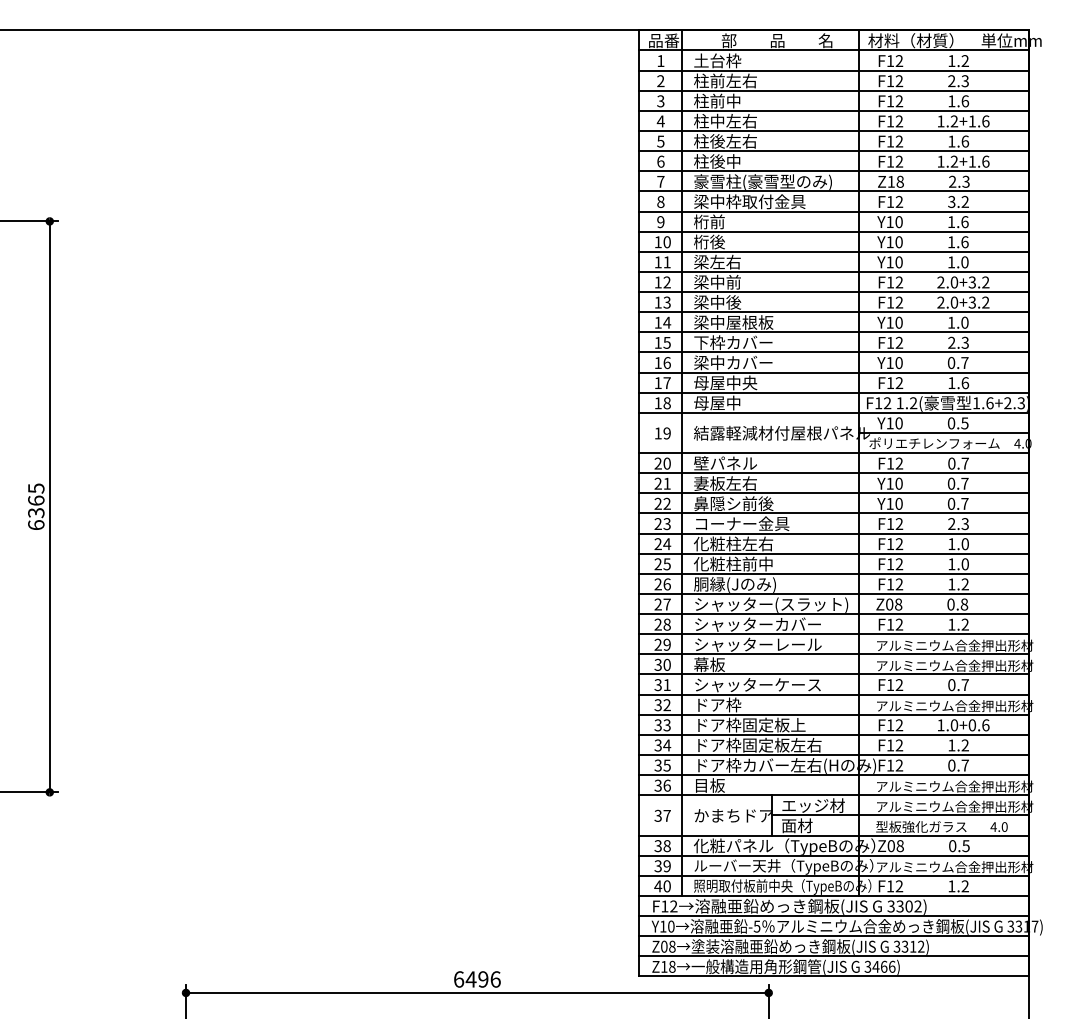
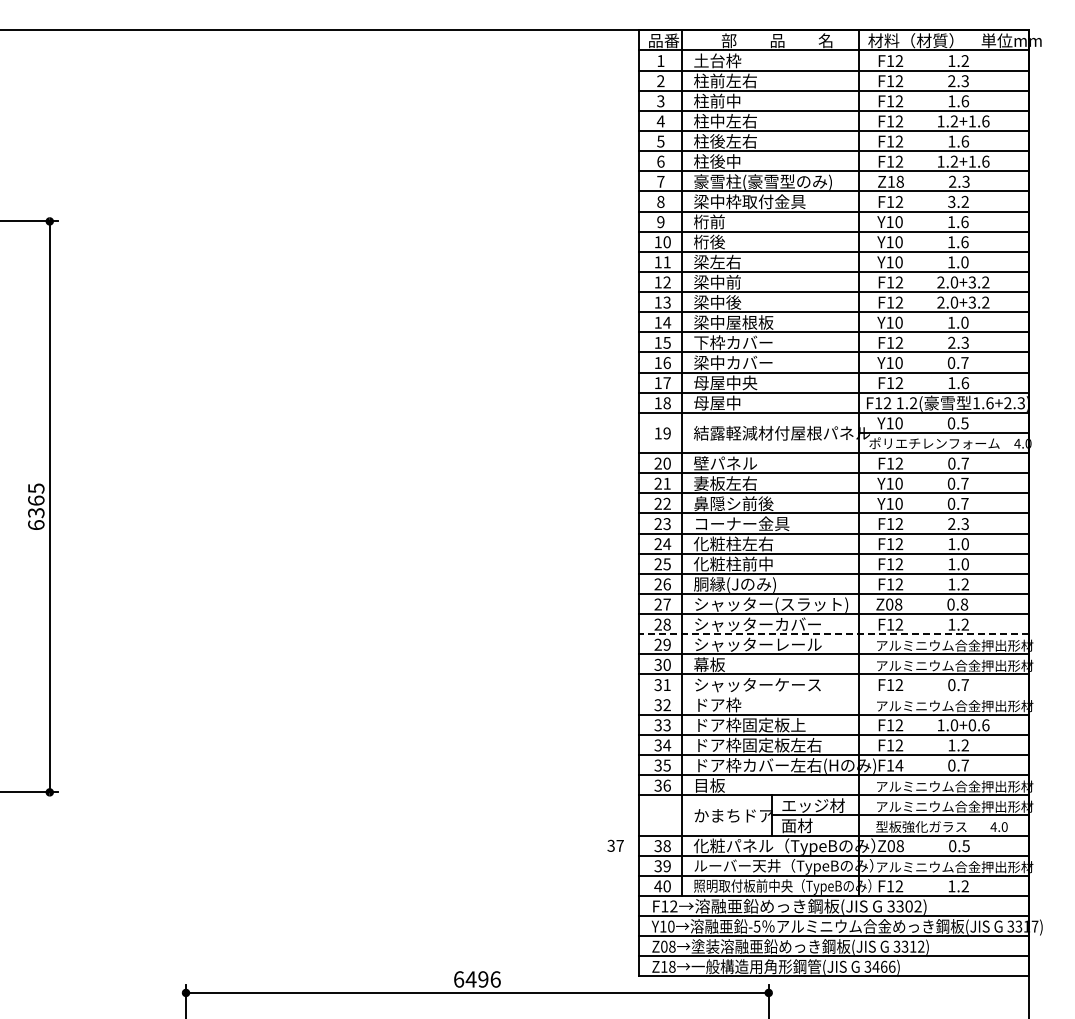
line at (834, 634): solid -> dashed
line at (834, 694): present -> none
text at (899, 765): F12 -> F14
text at (662, 815) position: (662, 815) -> (615, 845)
